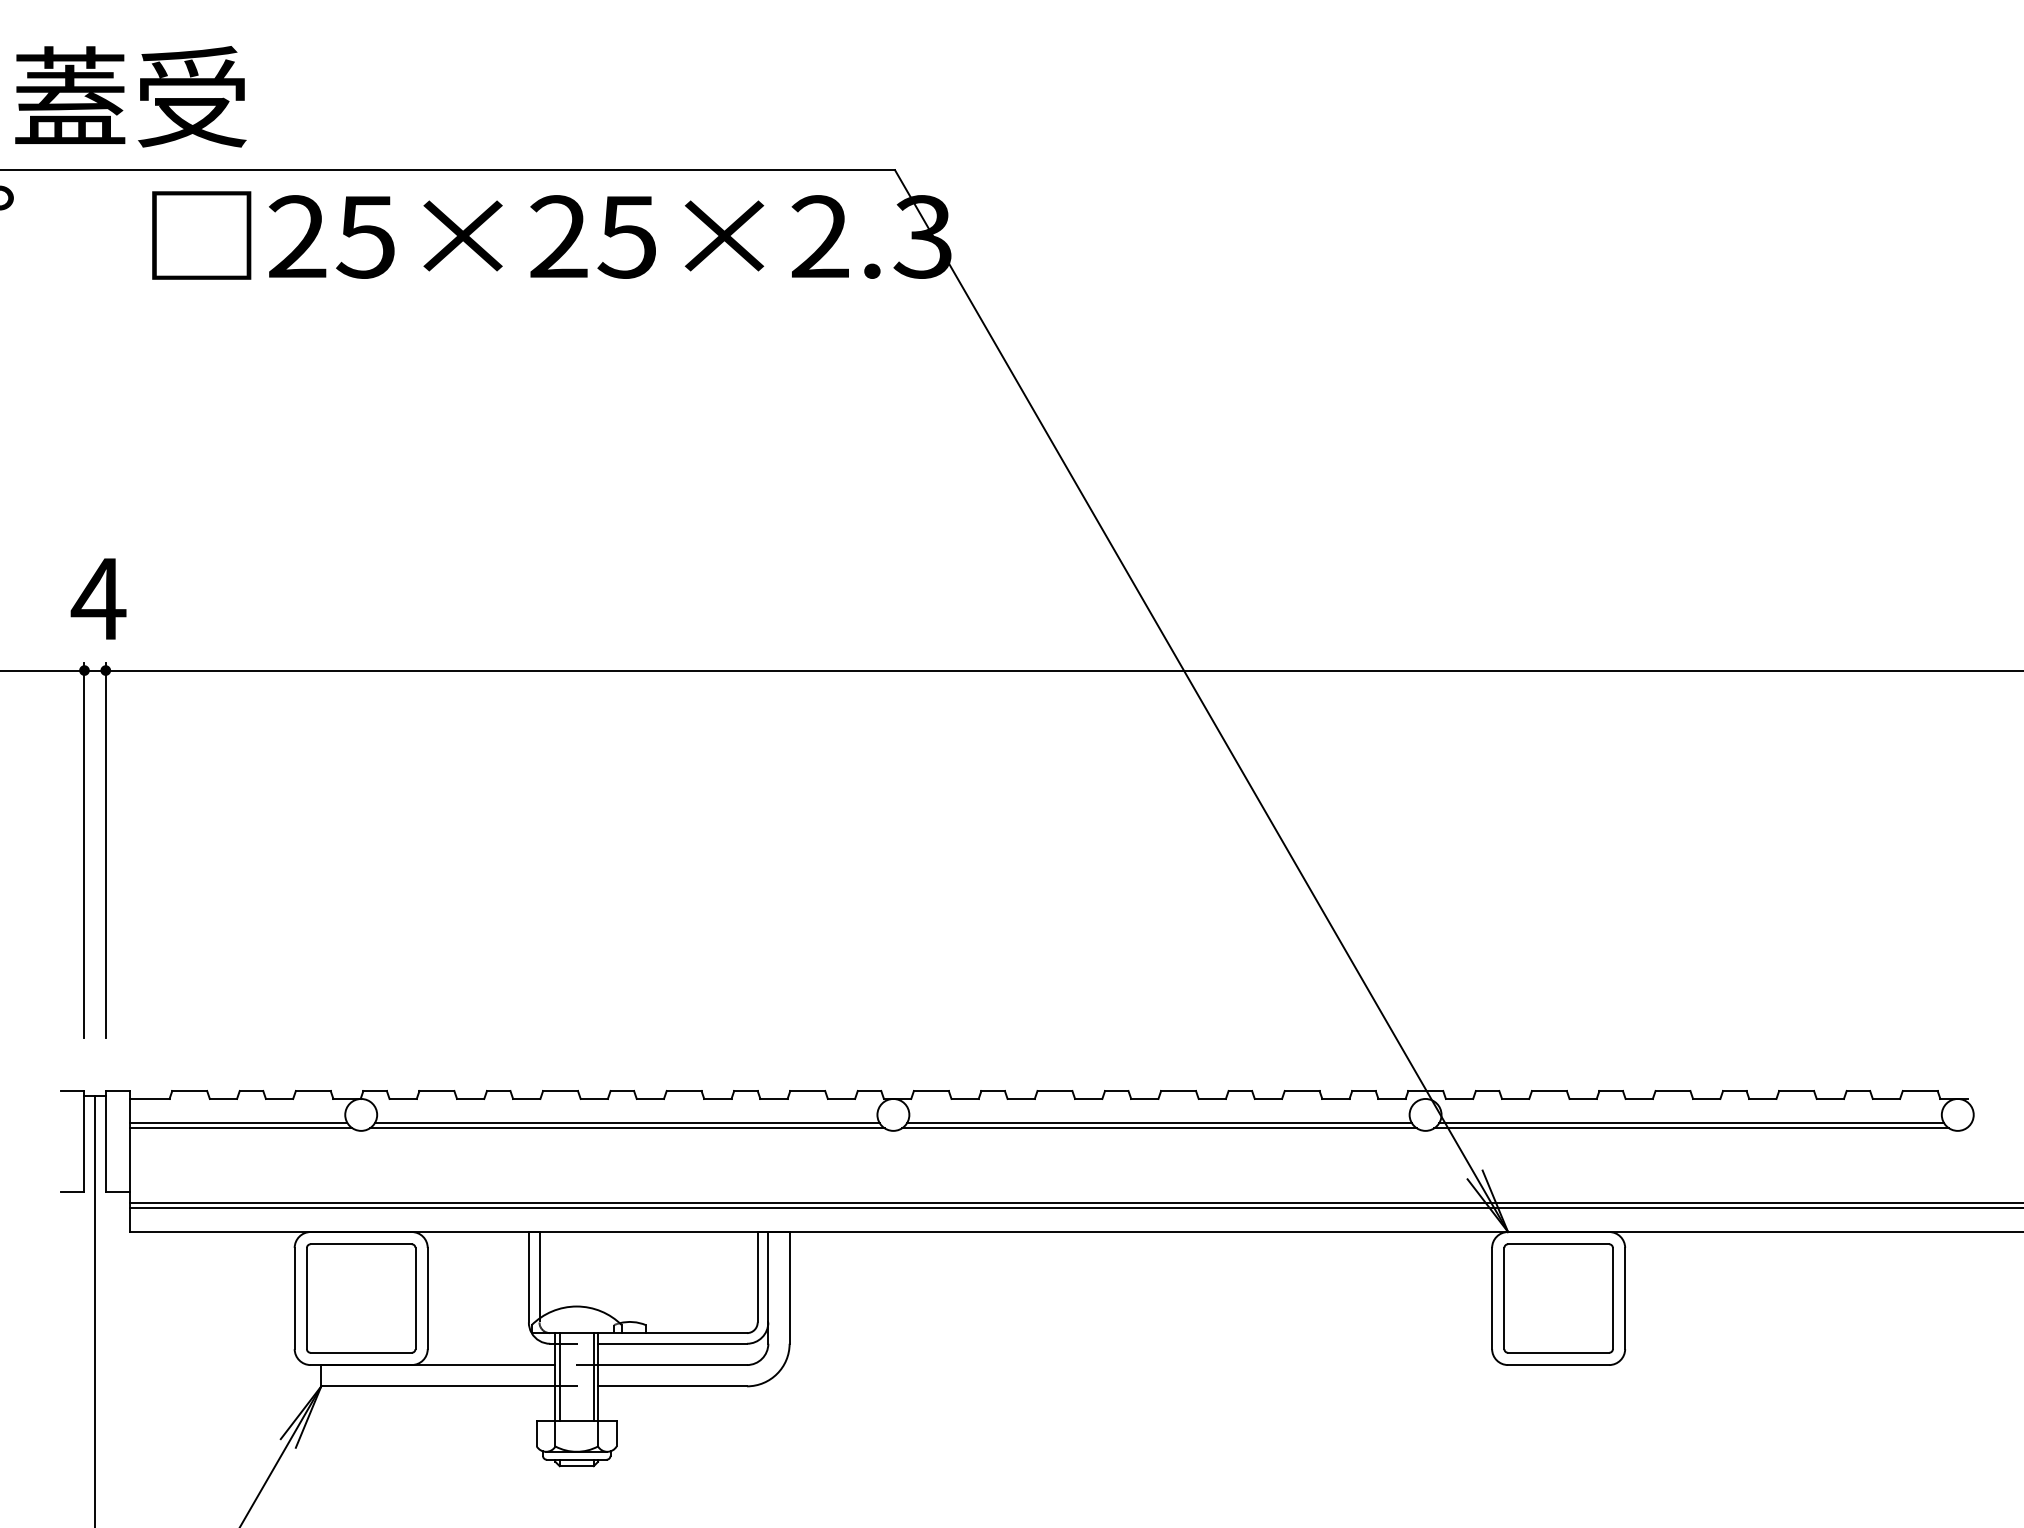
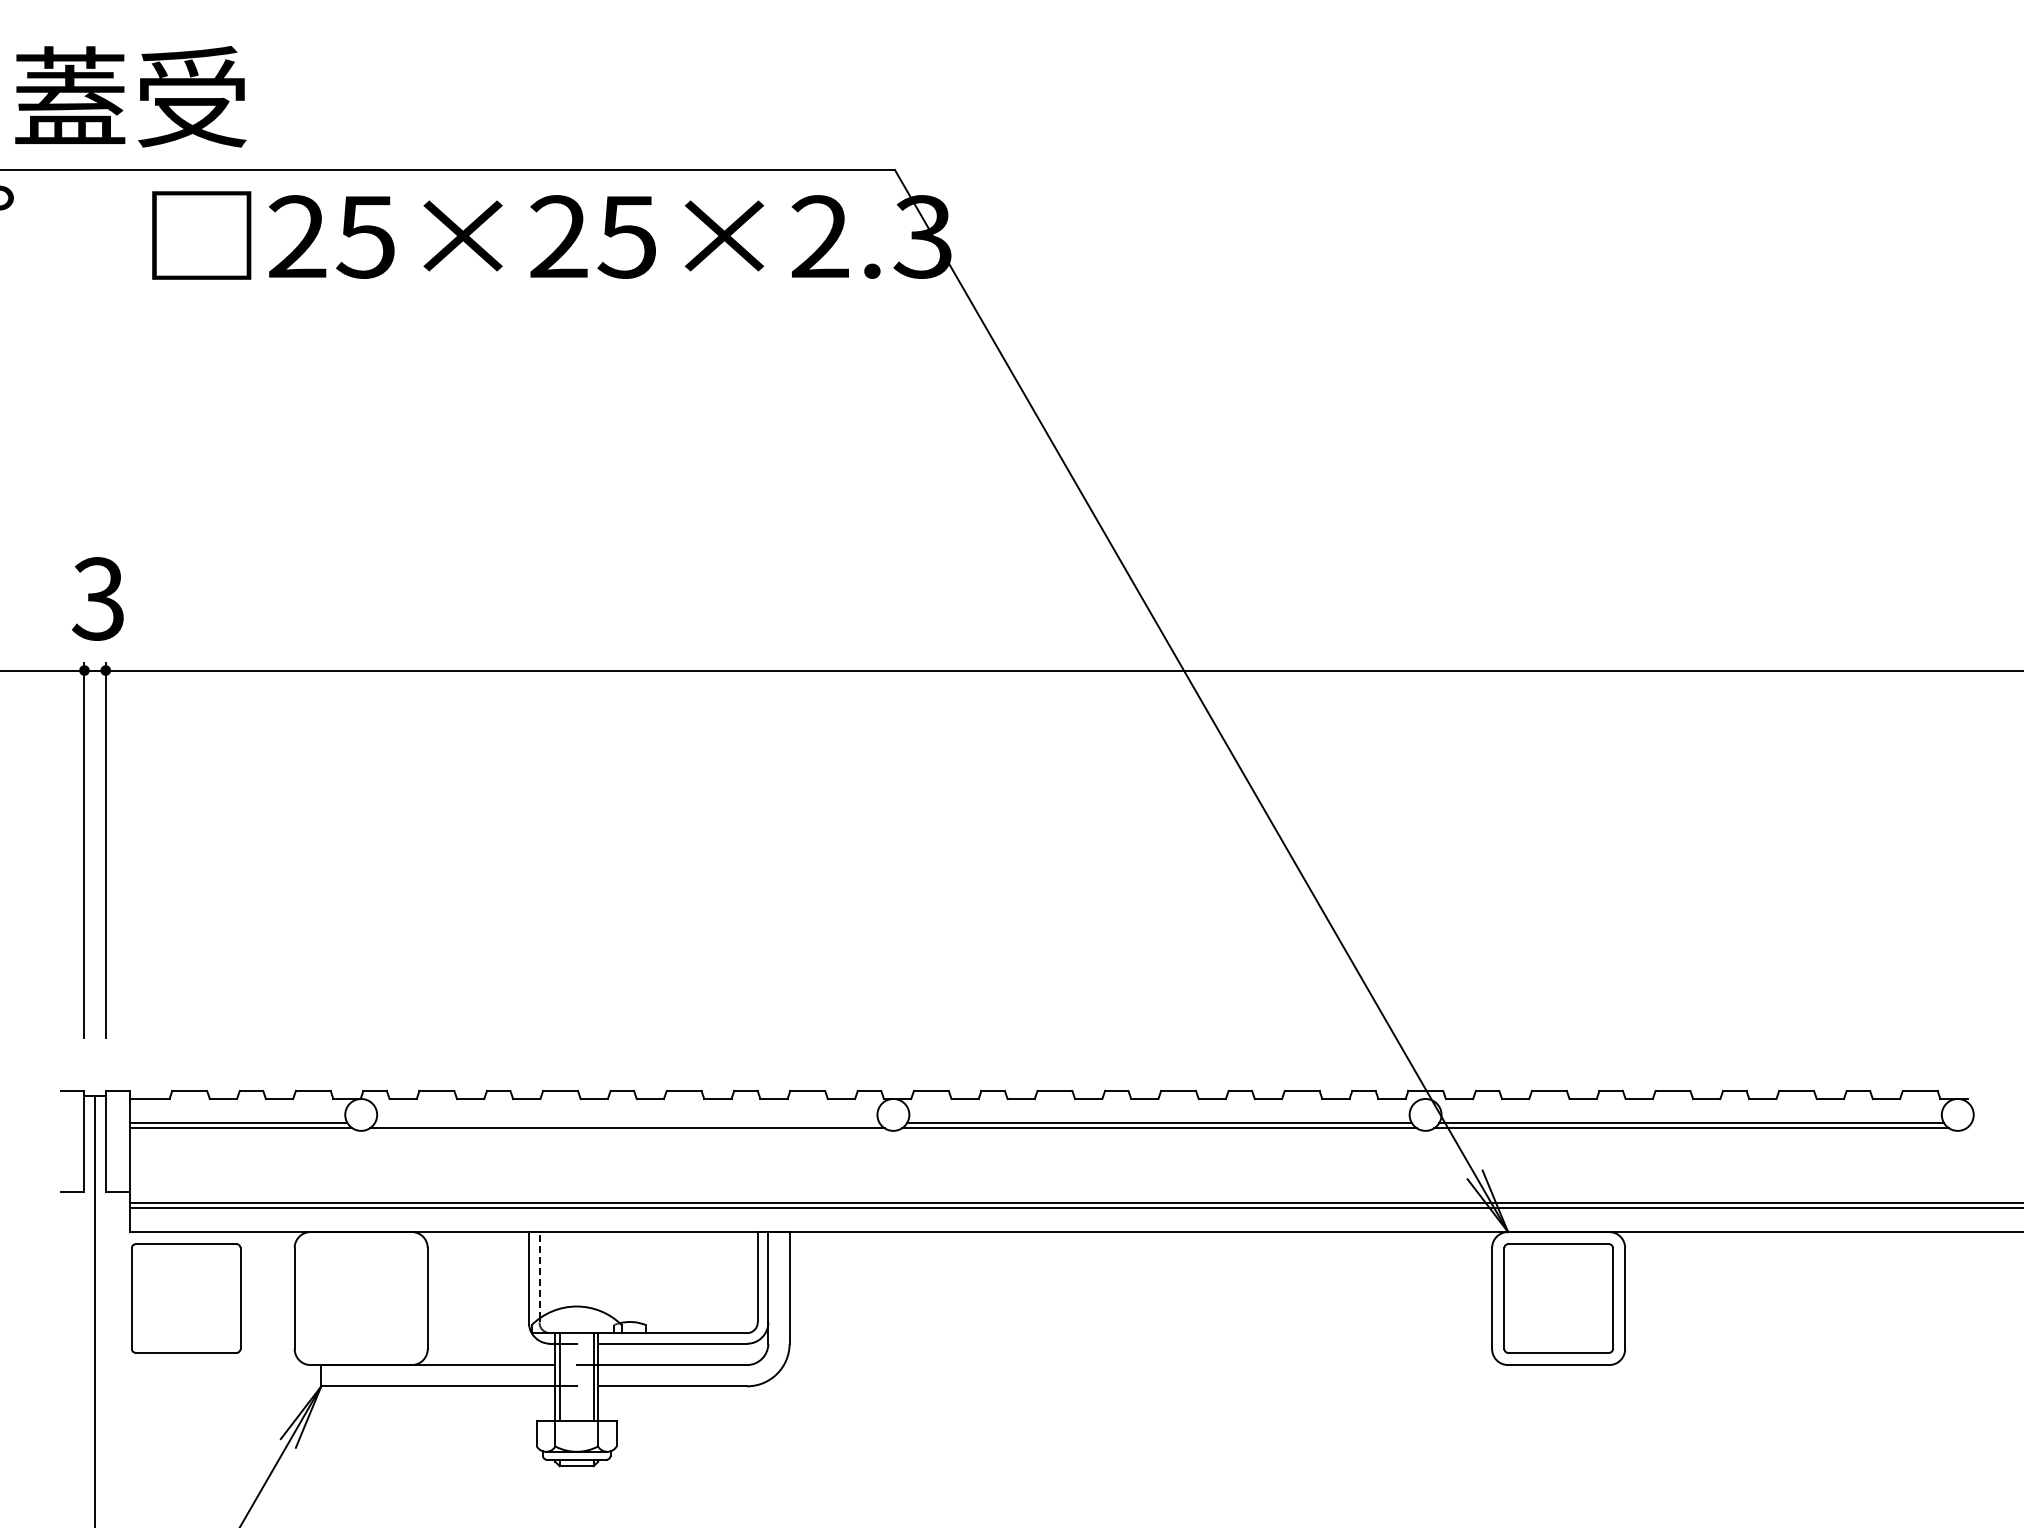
text at (98, 598): 4 -> 3
line at (627, 1122): present -> none
line at (539, 1274): solid -> dashed
part at (361, 1298) position: (361, 1298) -> (186, 1298)
